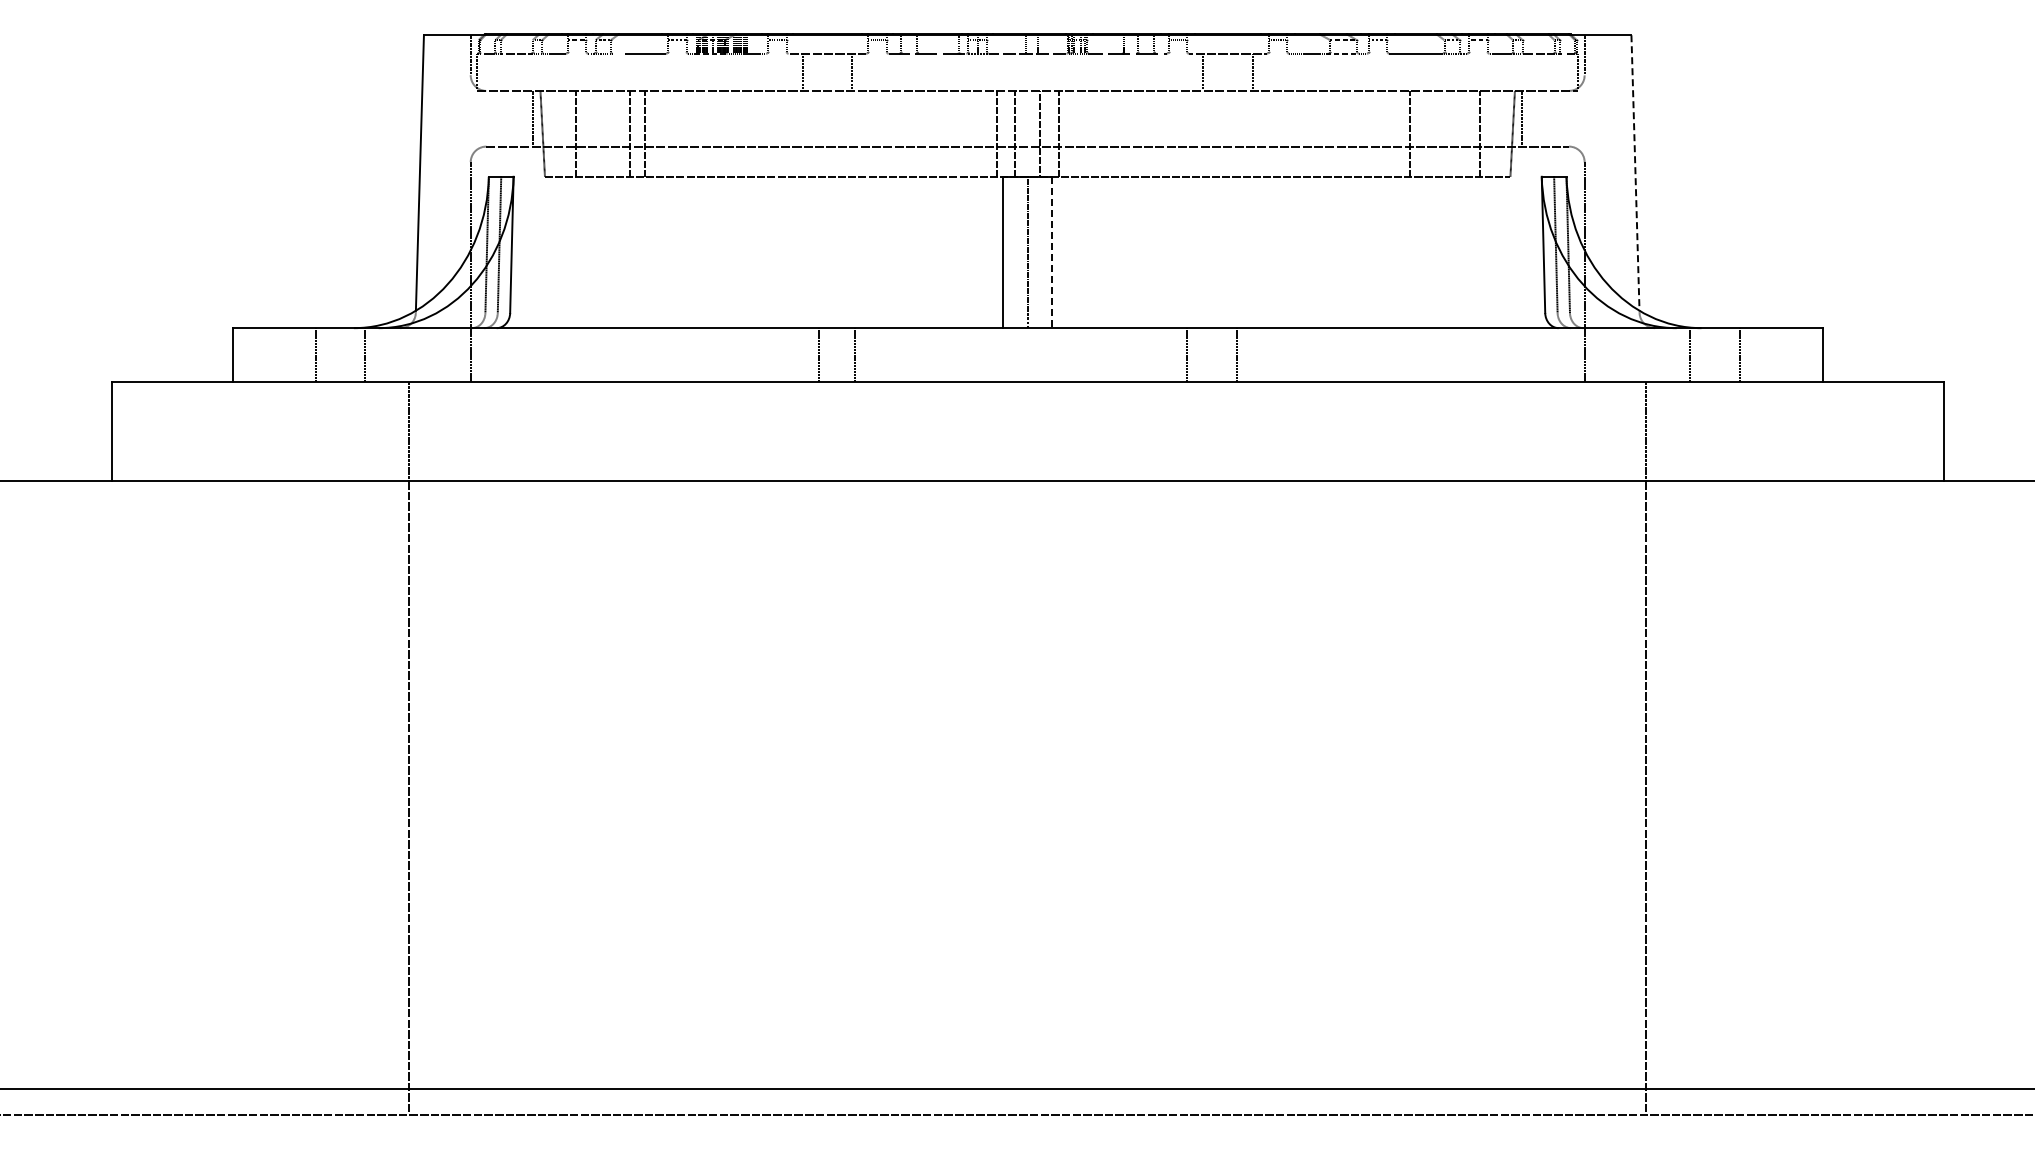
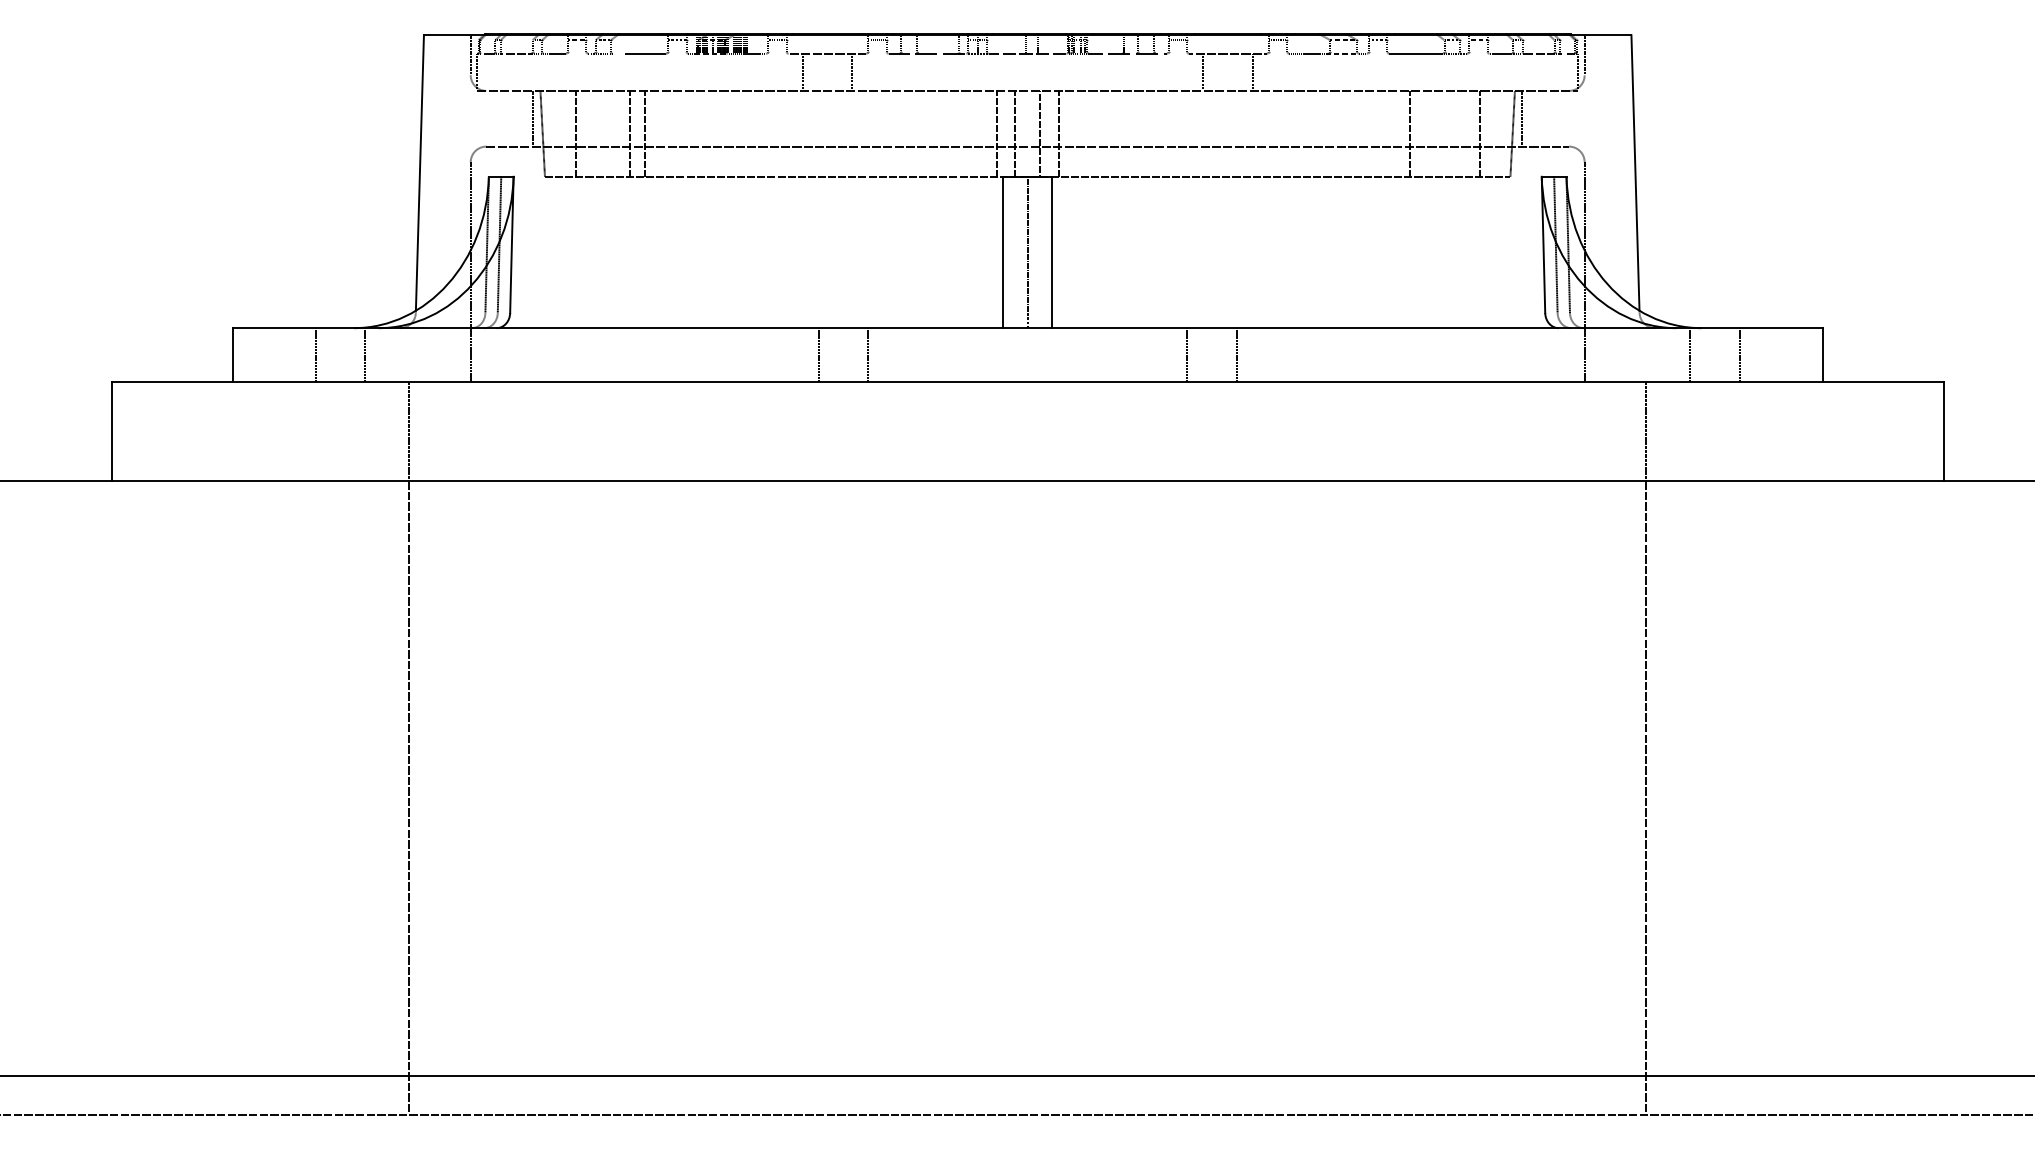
line at (1635, 173): dashed -> solid
line at (1052, 252): dashed -> solid
line at (855, 354) position: (855, 354) -> (868, 354)
line at (1016, 1088) position: (1016, 1088) -> (1016, 1075)
